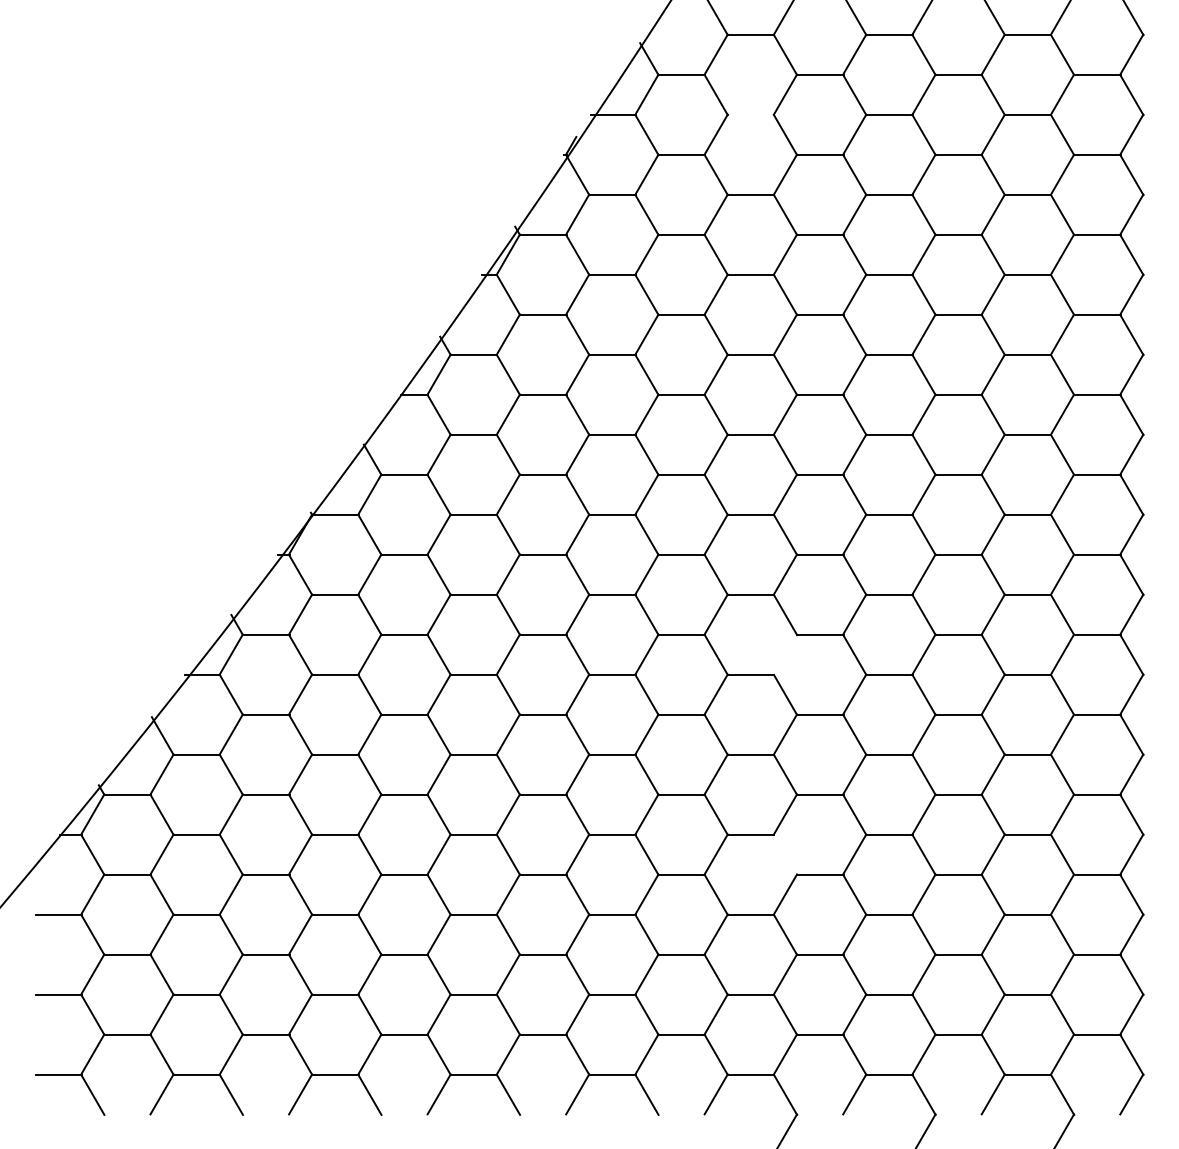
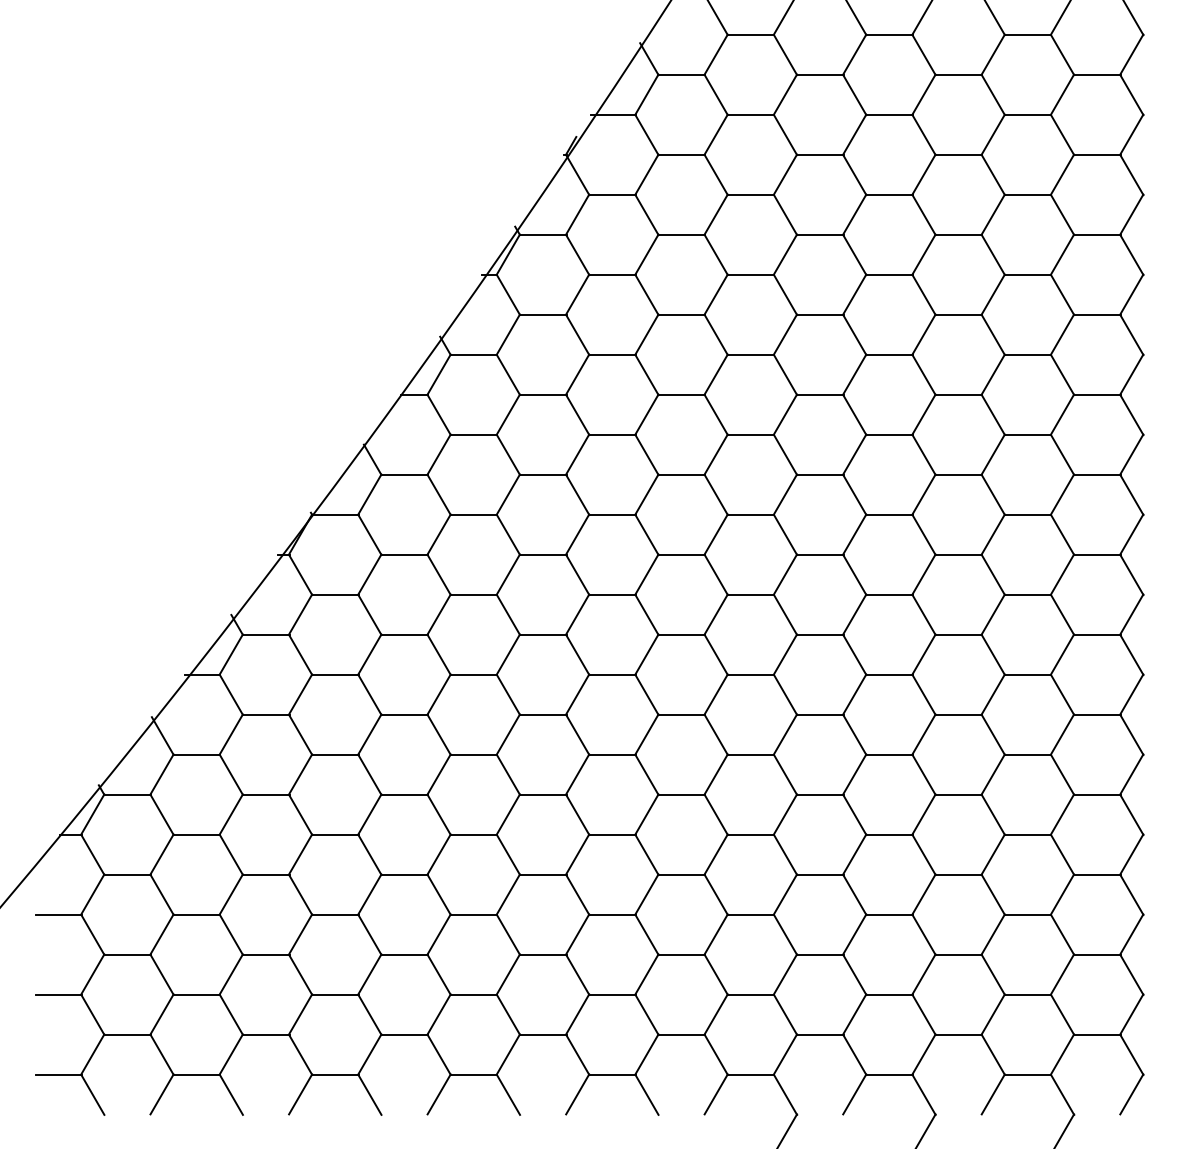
line at (751, 114): none -> present
line at (785, 654): none -> present
line at (785, 854): none -> present
